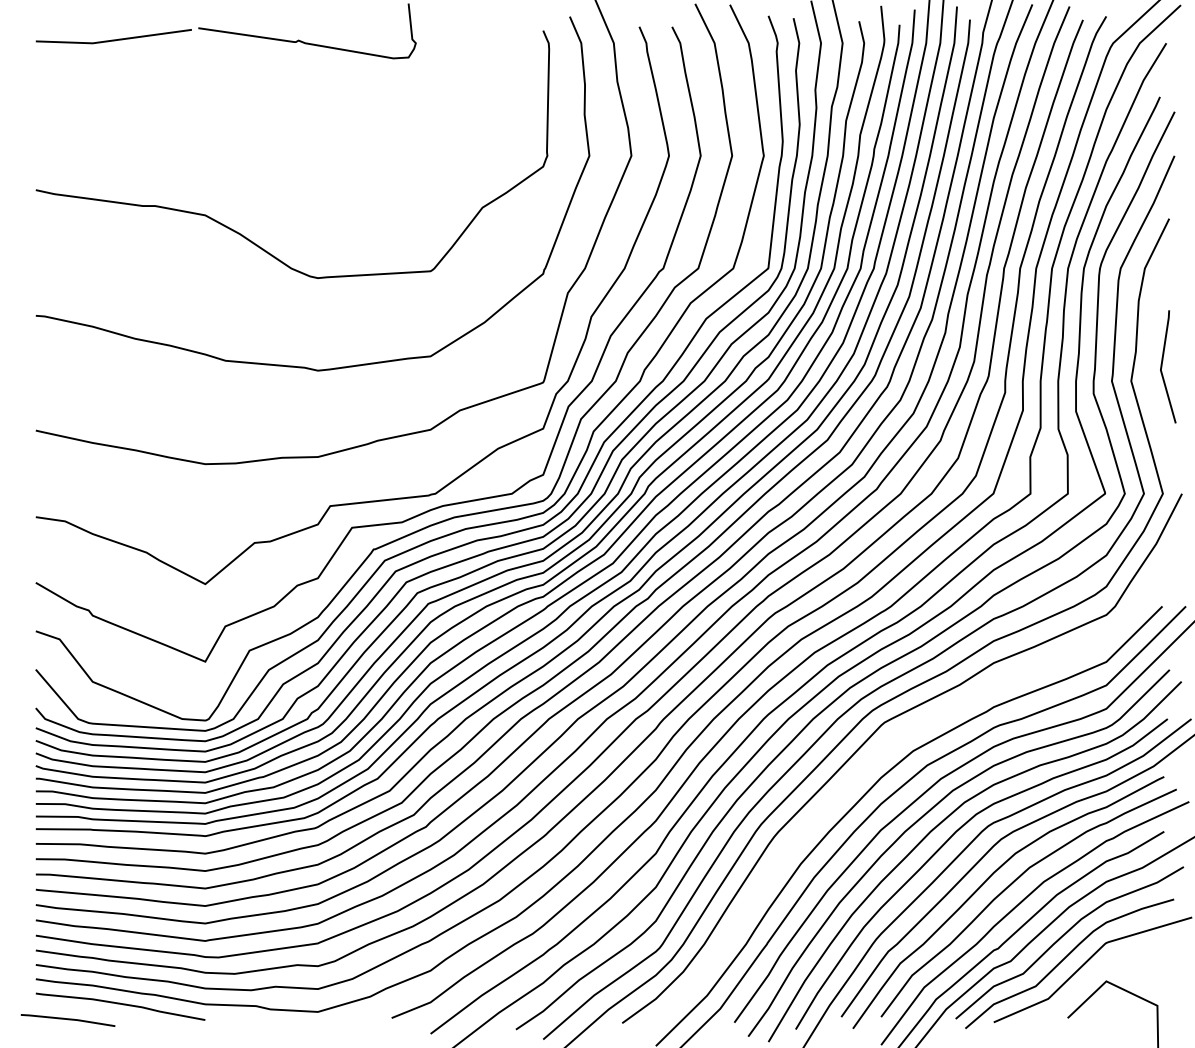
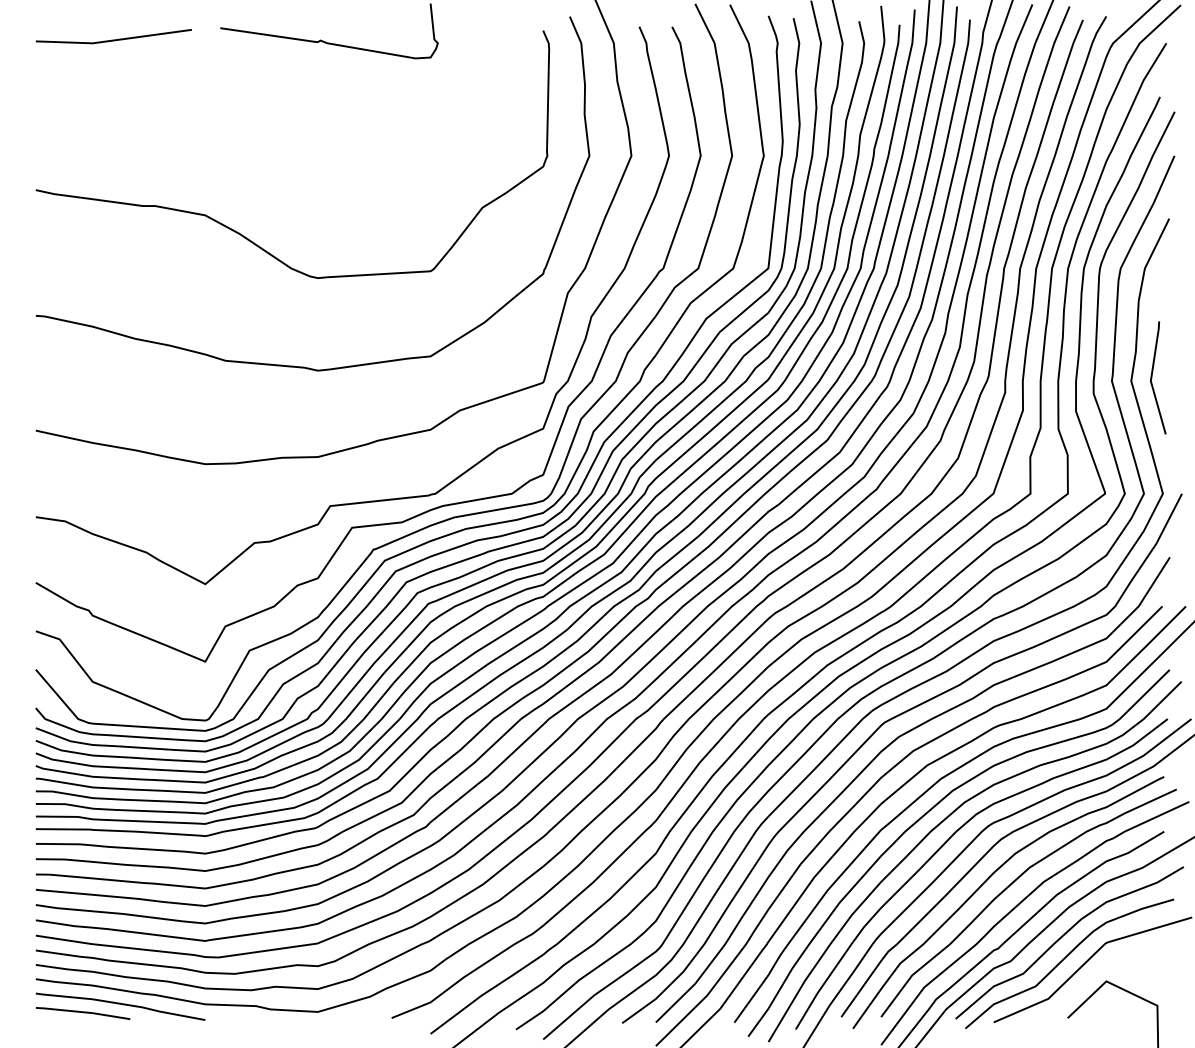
curve at (303, 41) position: (303, 41) -> (325, 41)
line at (1162, 366) position: (1162, 366) -> (1152, 377)
curve at (875, 759): none -> present
line at (67, 1020) position: (67, 1020) -> (82, 1013)
